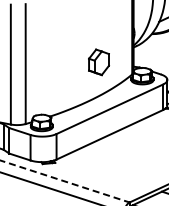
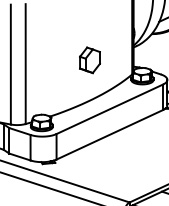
part at (98, 62) position: (98, 62) -> (89, 60)
line at (65, 181): dashed -> solid
